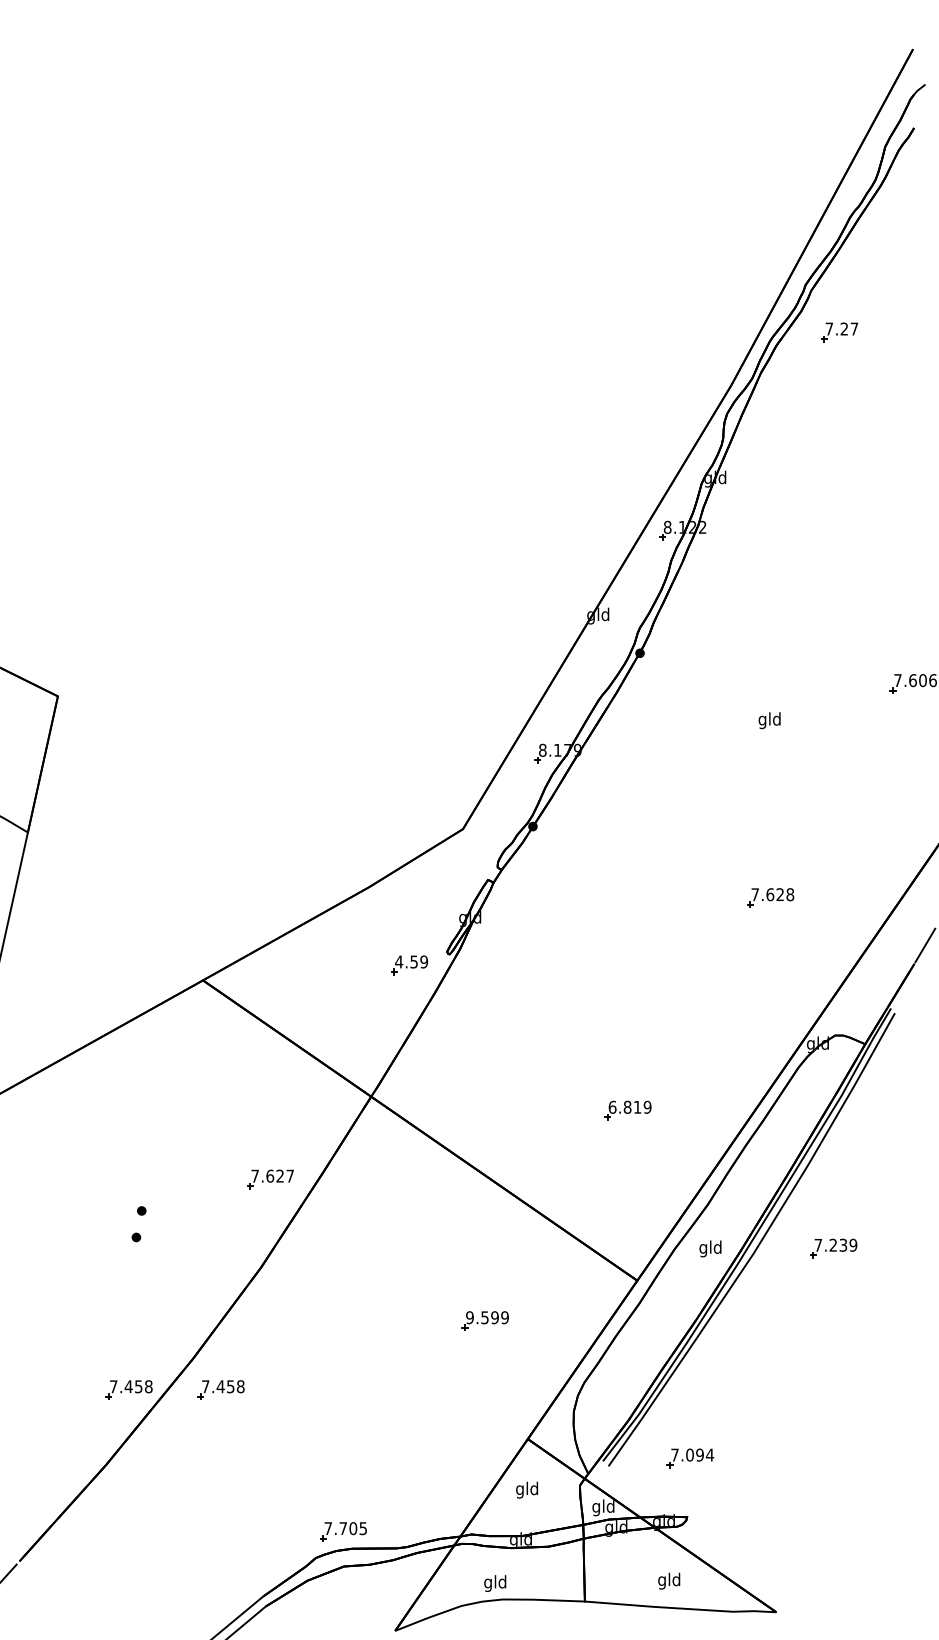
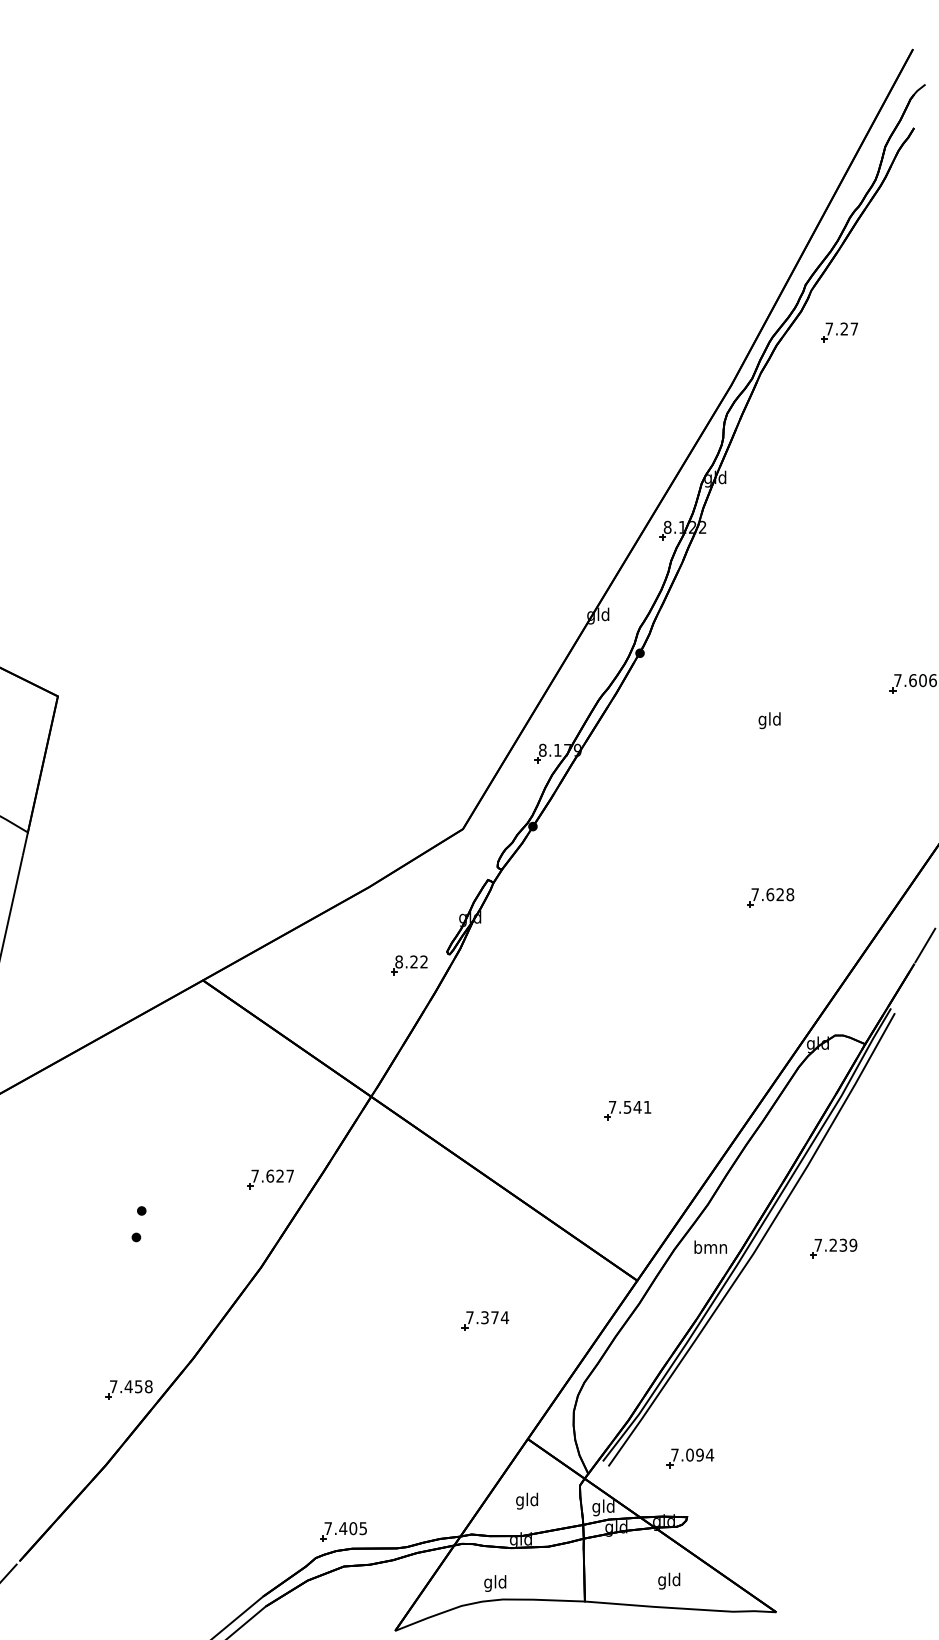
text at (411, 961): 4.59 -> 8.22
text at (629, 1106): 6.819 -> 7.541
text at (710, 1248): gld -> bmn
text at (487, 1317): 9.599 -> 7.374
part at (220, 1389): present -> none
text at (526, 1489) position: (526, 1489) -> (526, 1500)
text at (343, 1528): 7.705 -> 7.405
